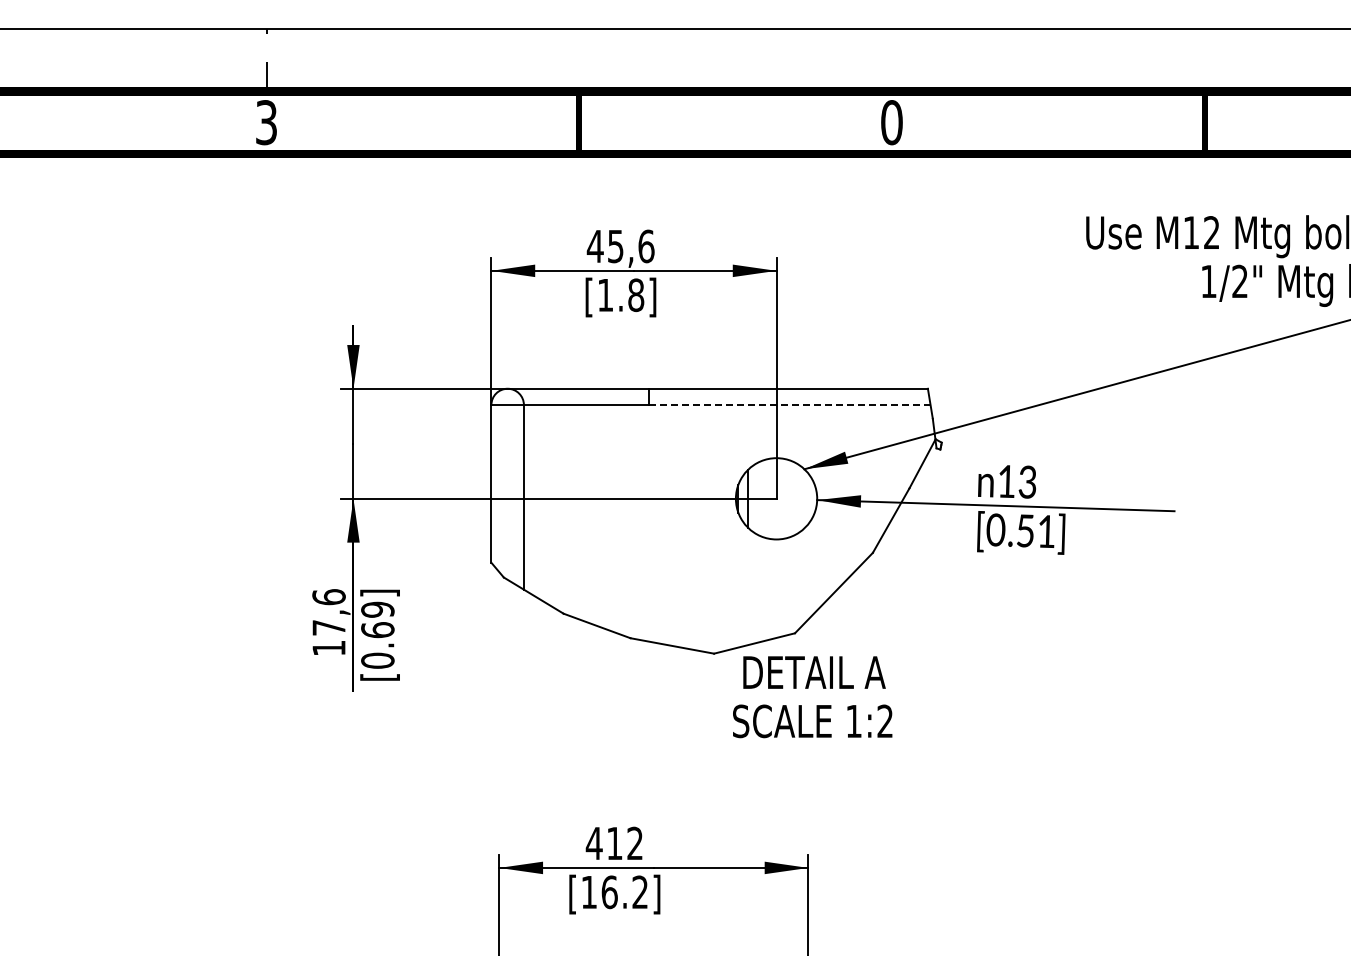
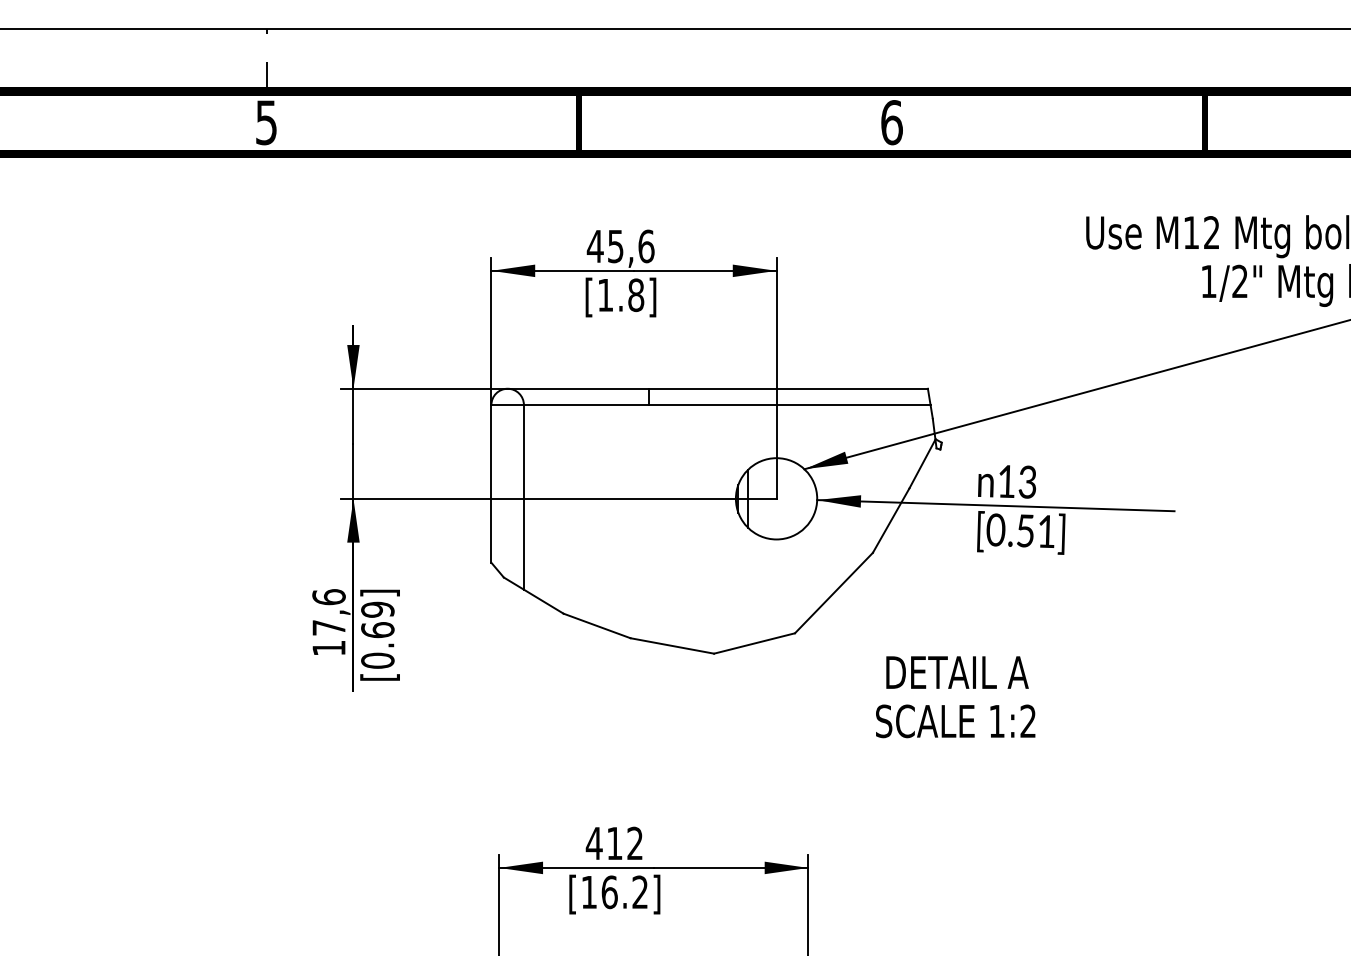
text at (266, 122): 3 -> 5
text at (891, 122): 0 -> 6
line at (789, 405): dashed -> solid
text at (812, 697) position: (812, 697) -> (955, 697)
